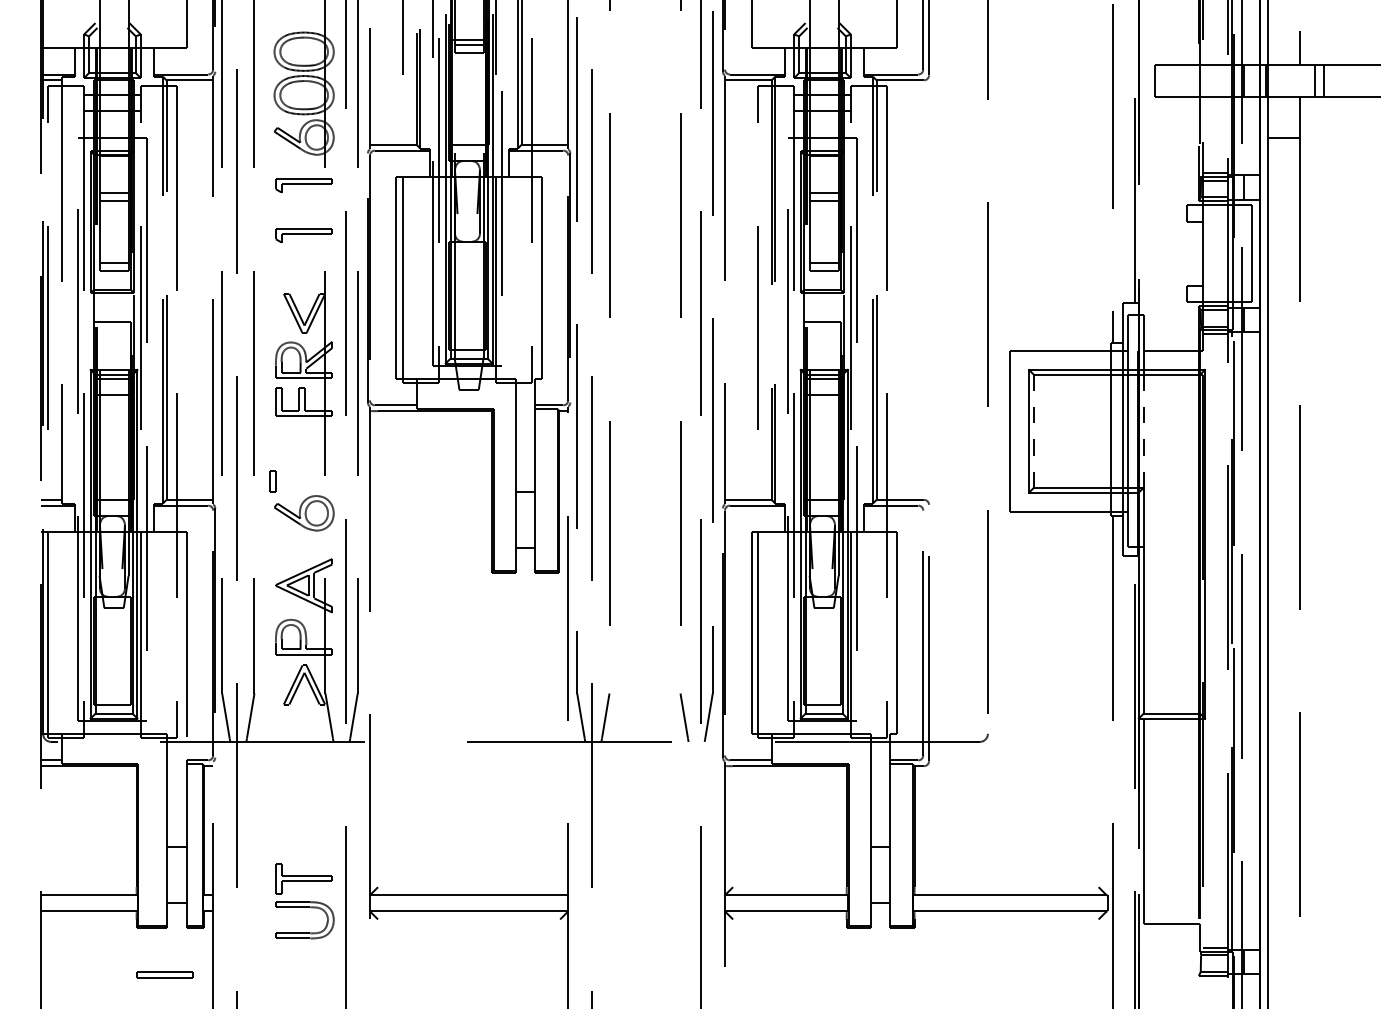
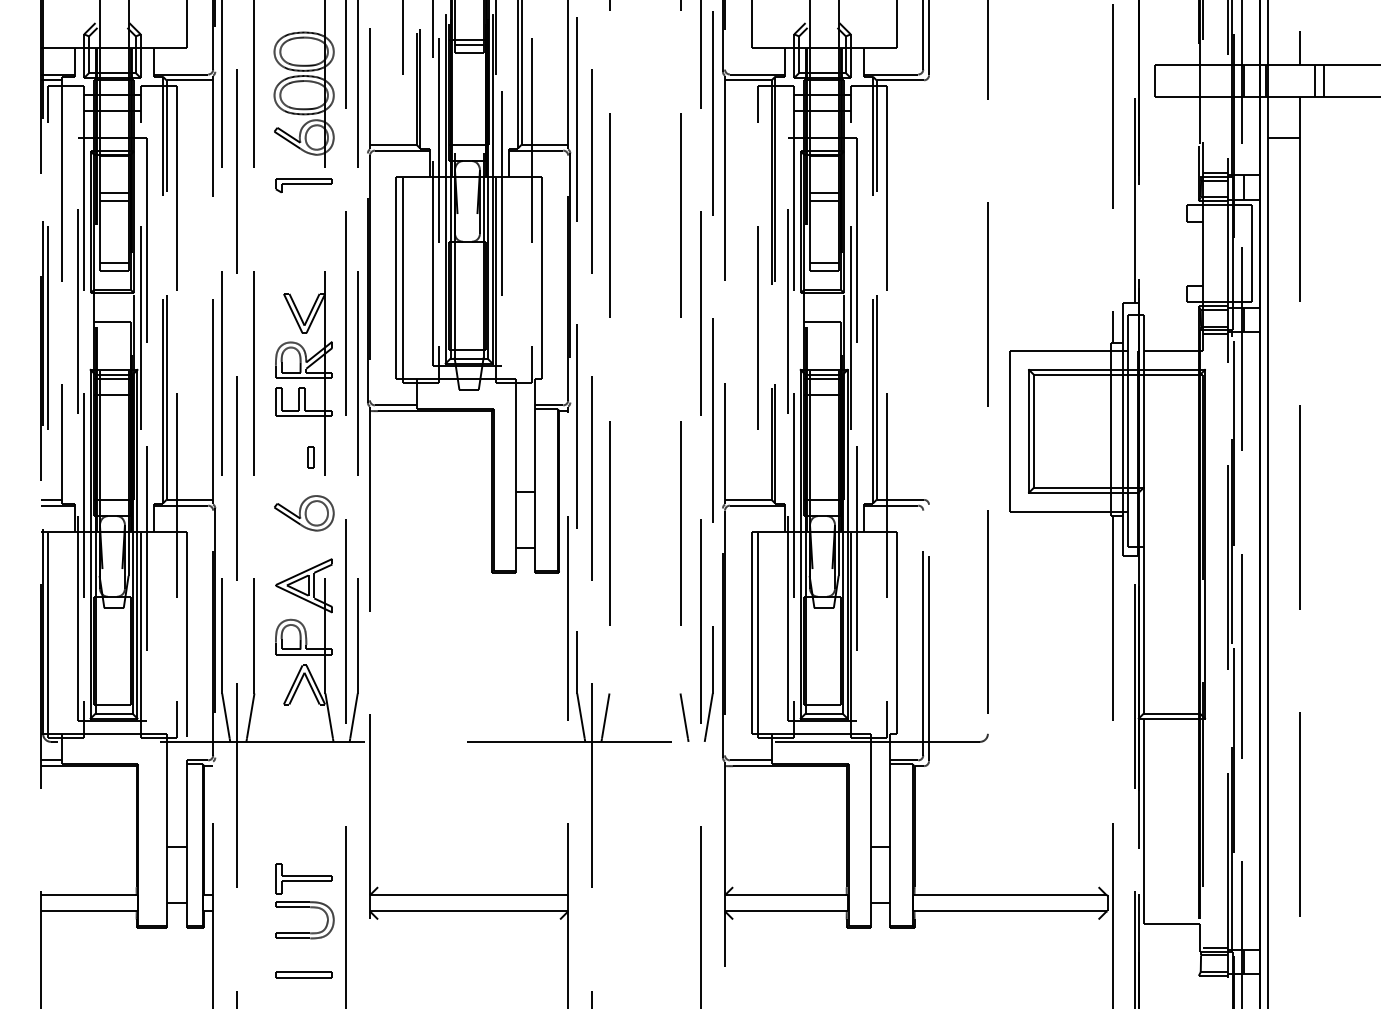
part at (303, 235): present -> none
line at (1033, 431): dashed -> solid
line at (1143, 431): dashed -> solid
part at (272, 481) position: (272, 481) -> (310, 457)
part at (164, 974) position: (164, 974) -> (303, 974)
